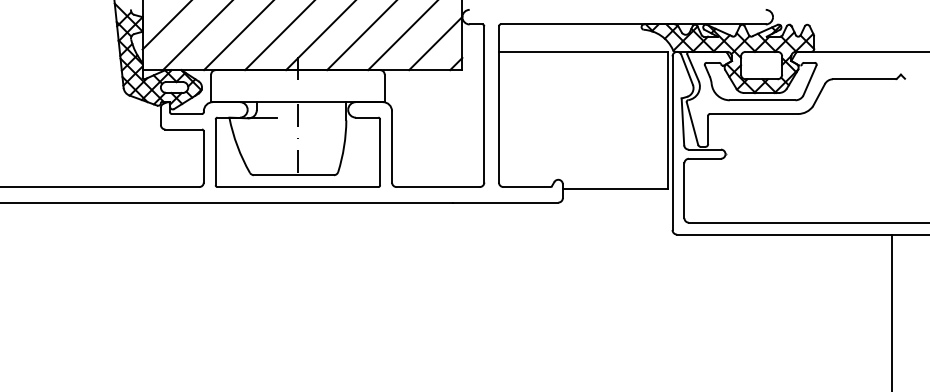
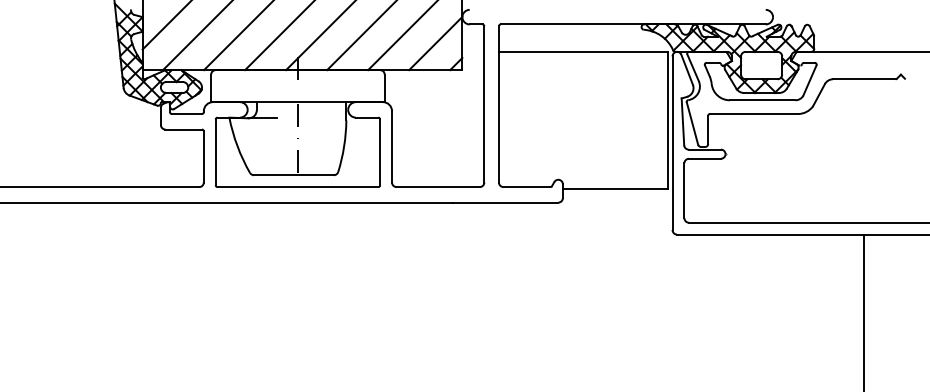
line at (892, 311) position: (892, 311) -> (864, 311)
